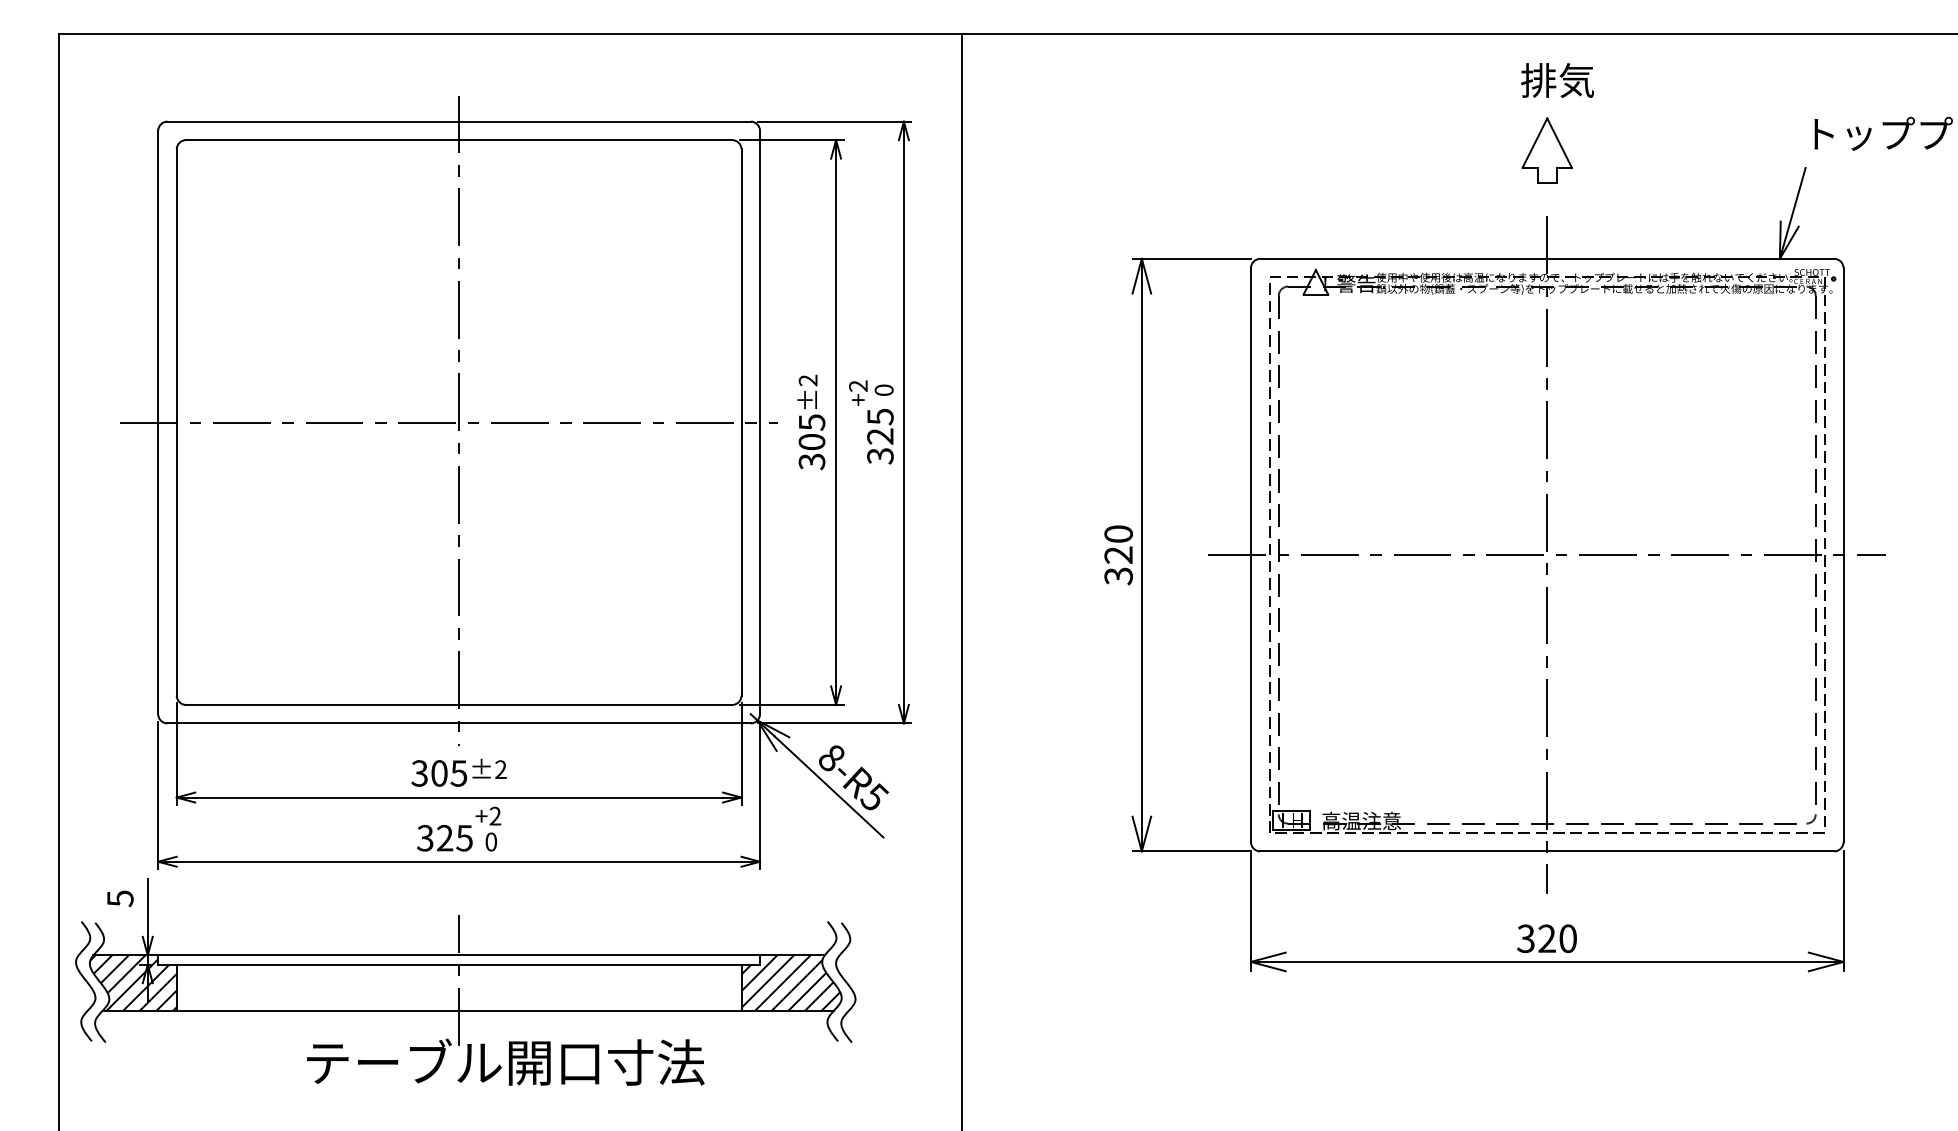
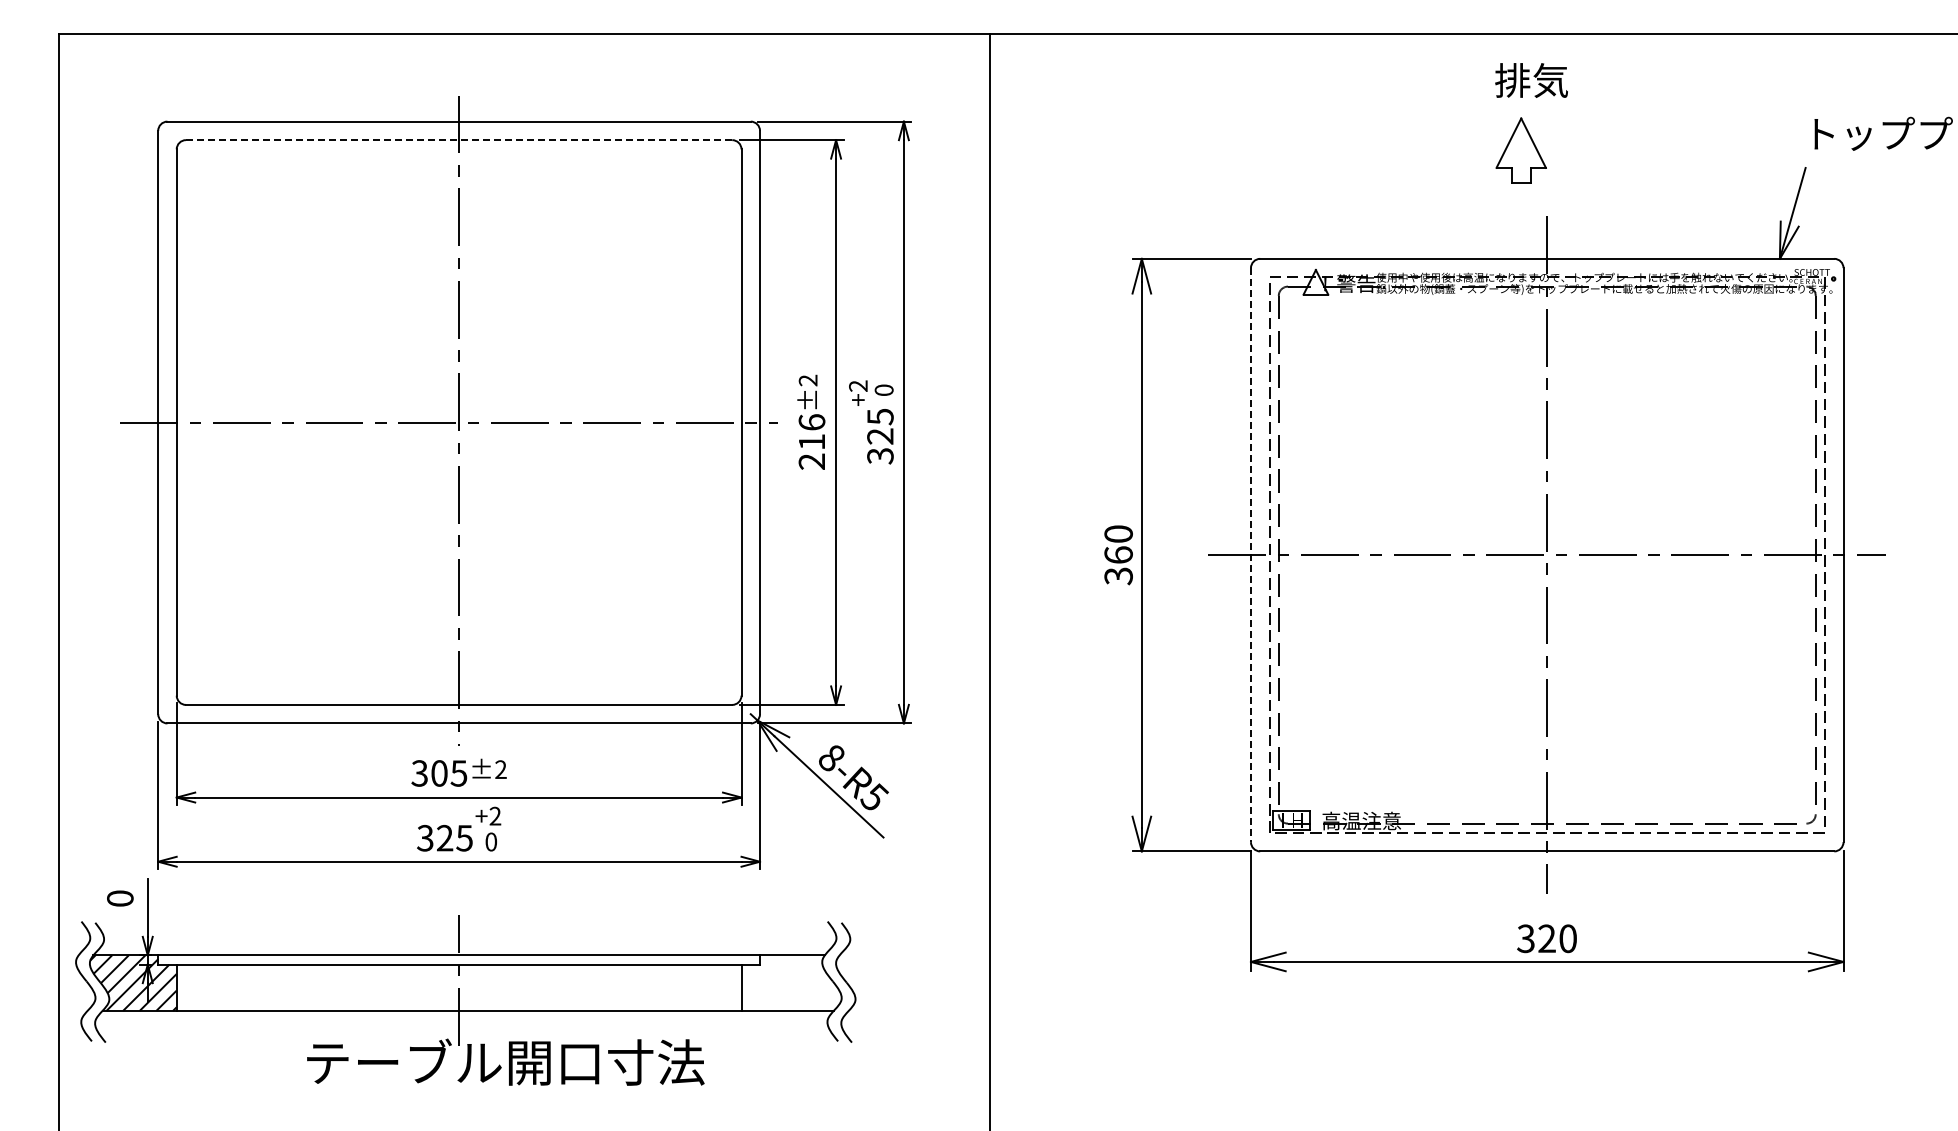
part at (1557, 123) position: (1557, 123) -> (1531, 123)
line at (459, 140): solid -> dashed
text at (811, 442): 305 -> 216
text at (1118, 554): 320 -> 360
line at (1250, 555): solid -> dashed
line at (962, 580) position: (962, 580) -> (990, 580)
text at (120, 898): 5 -> 0
hatch at (790, 982): present -> none
